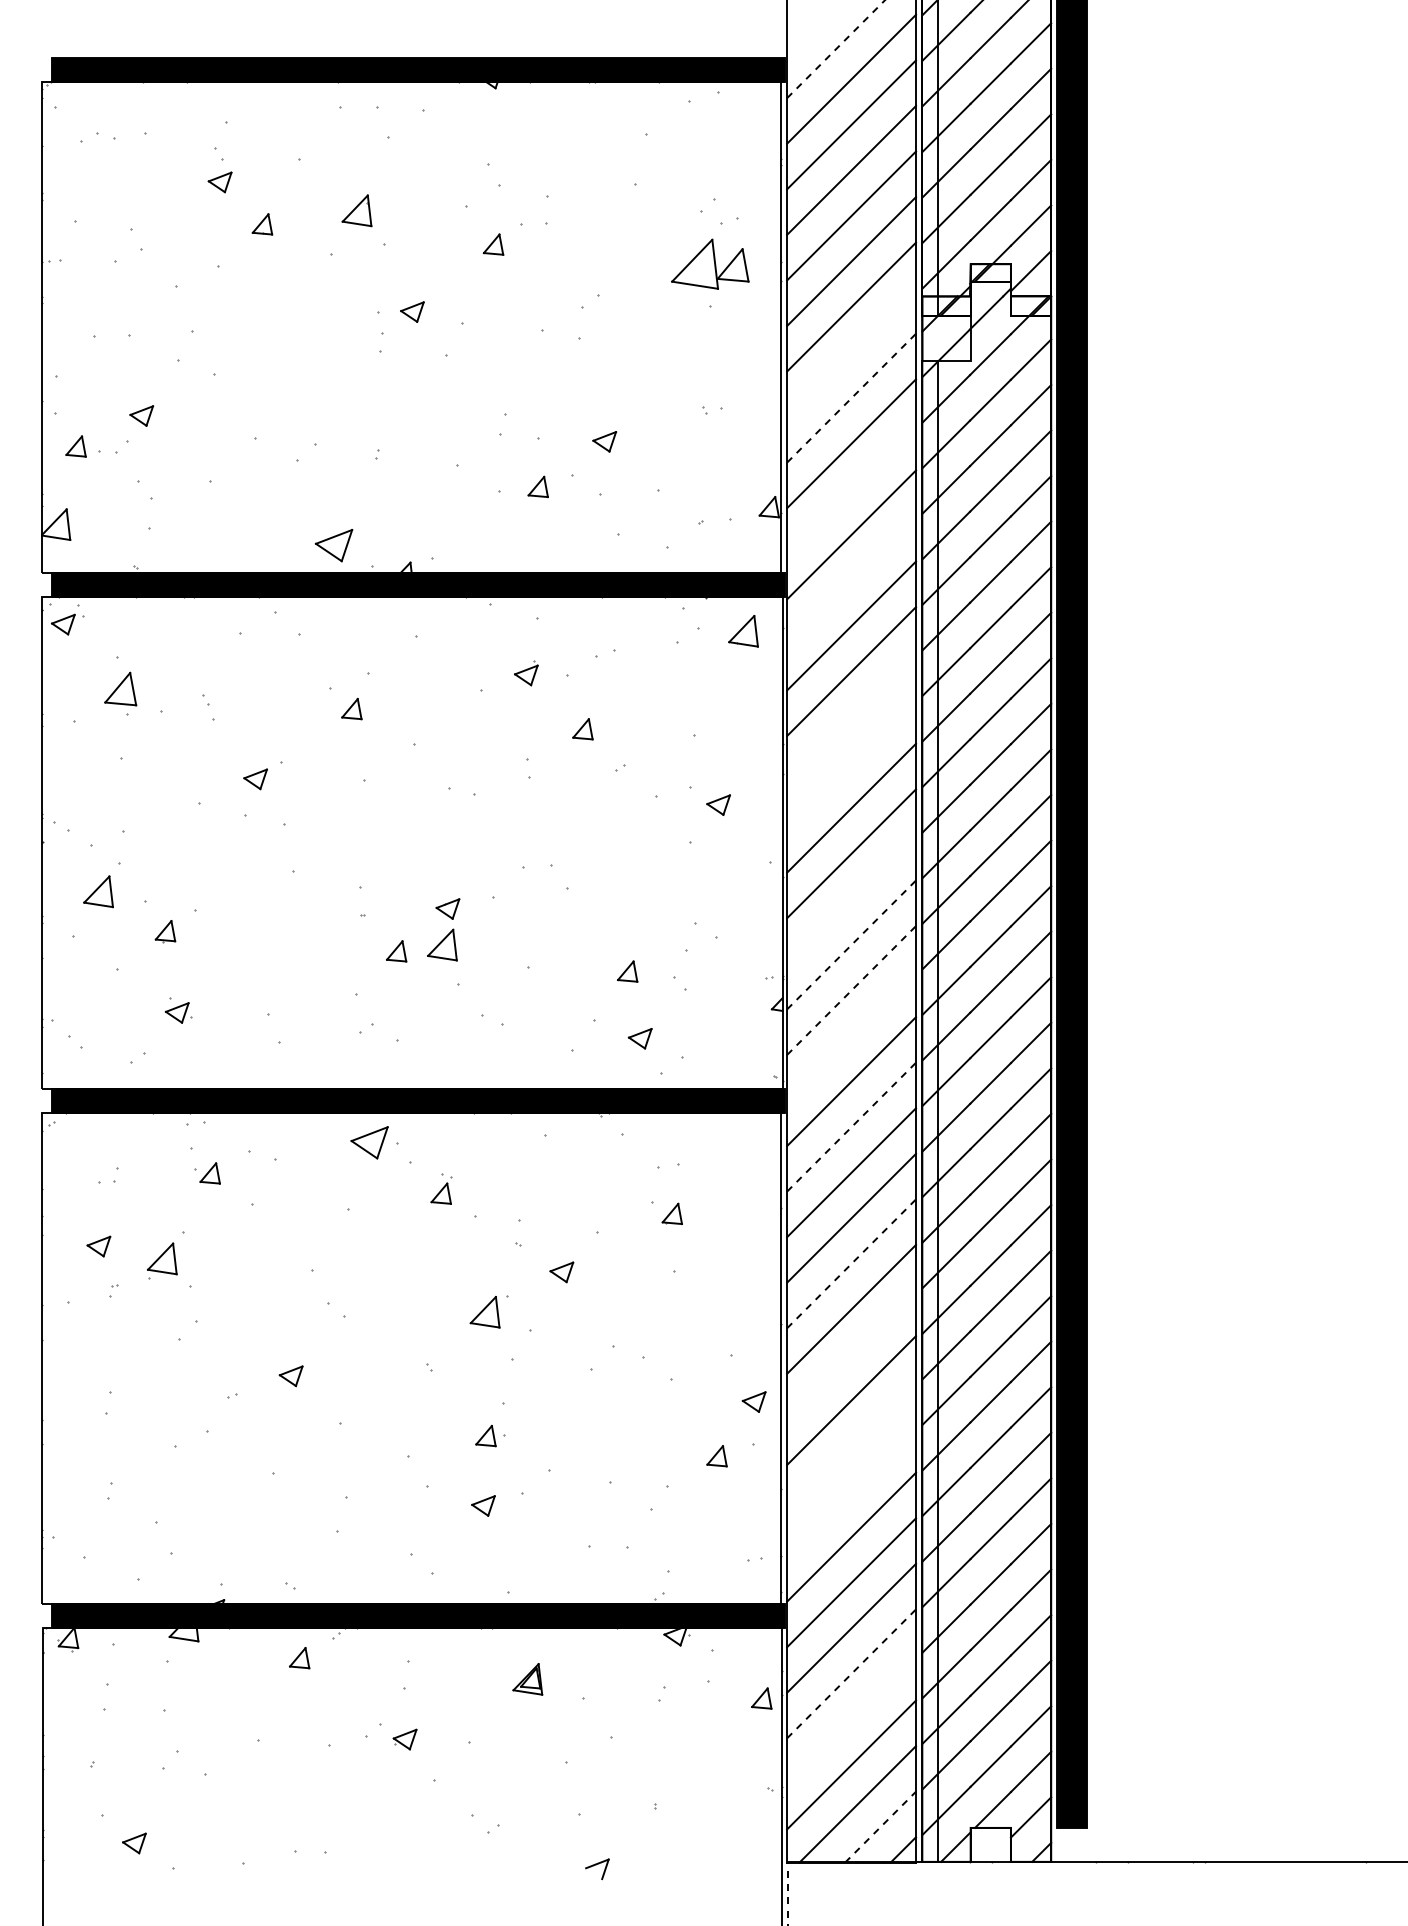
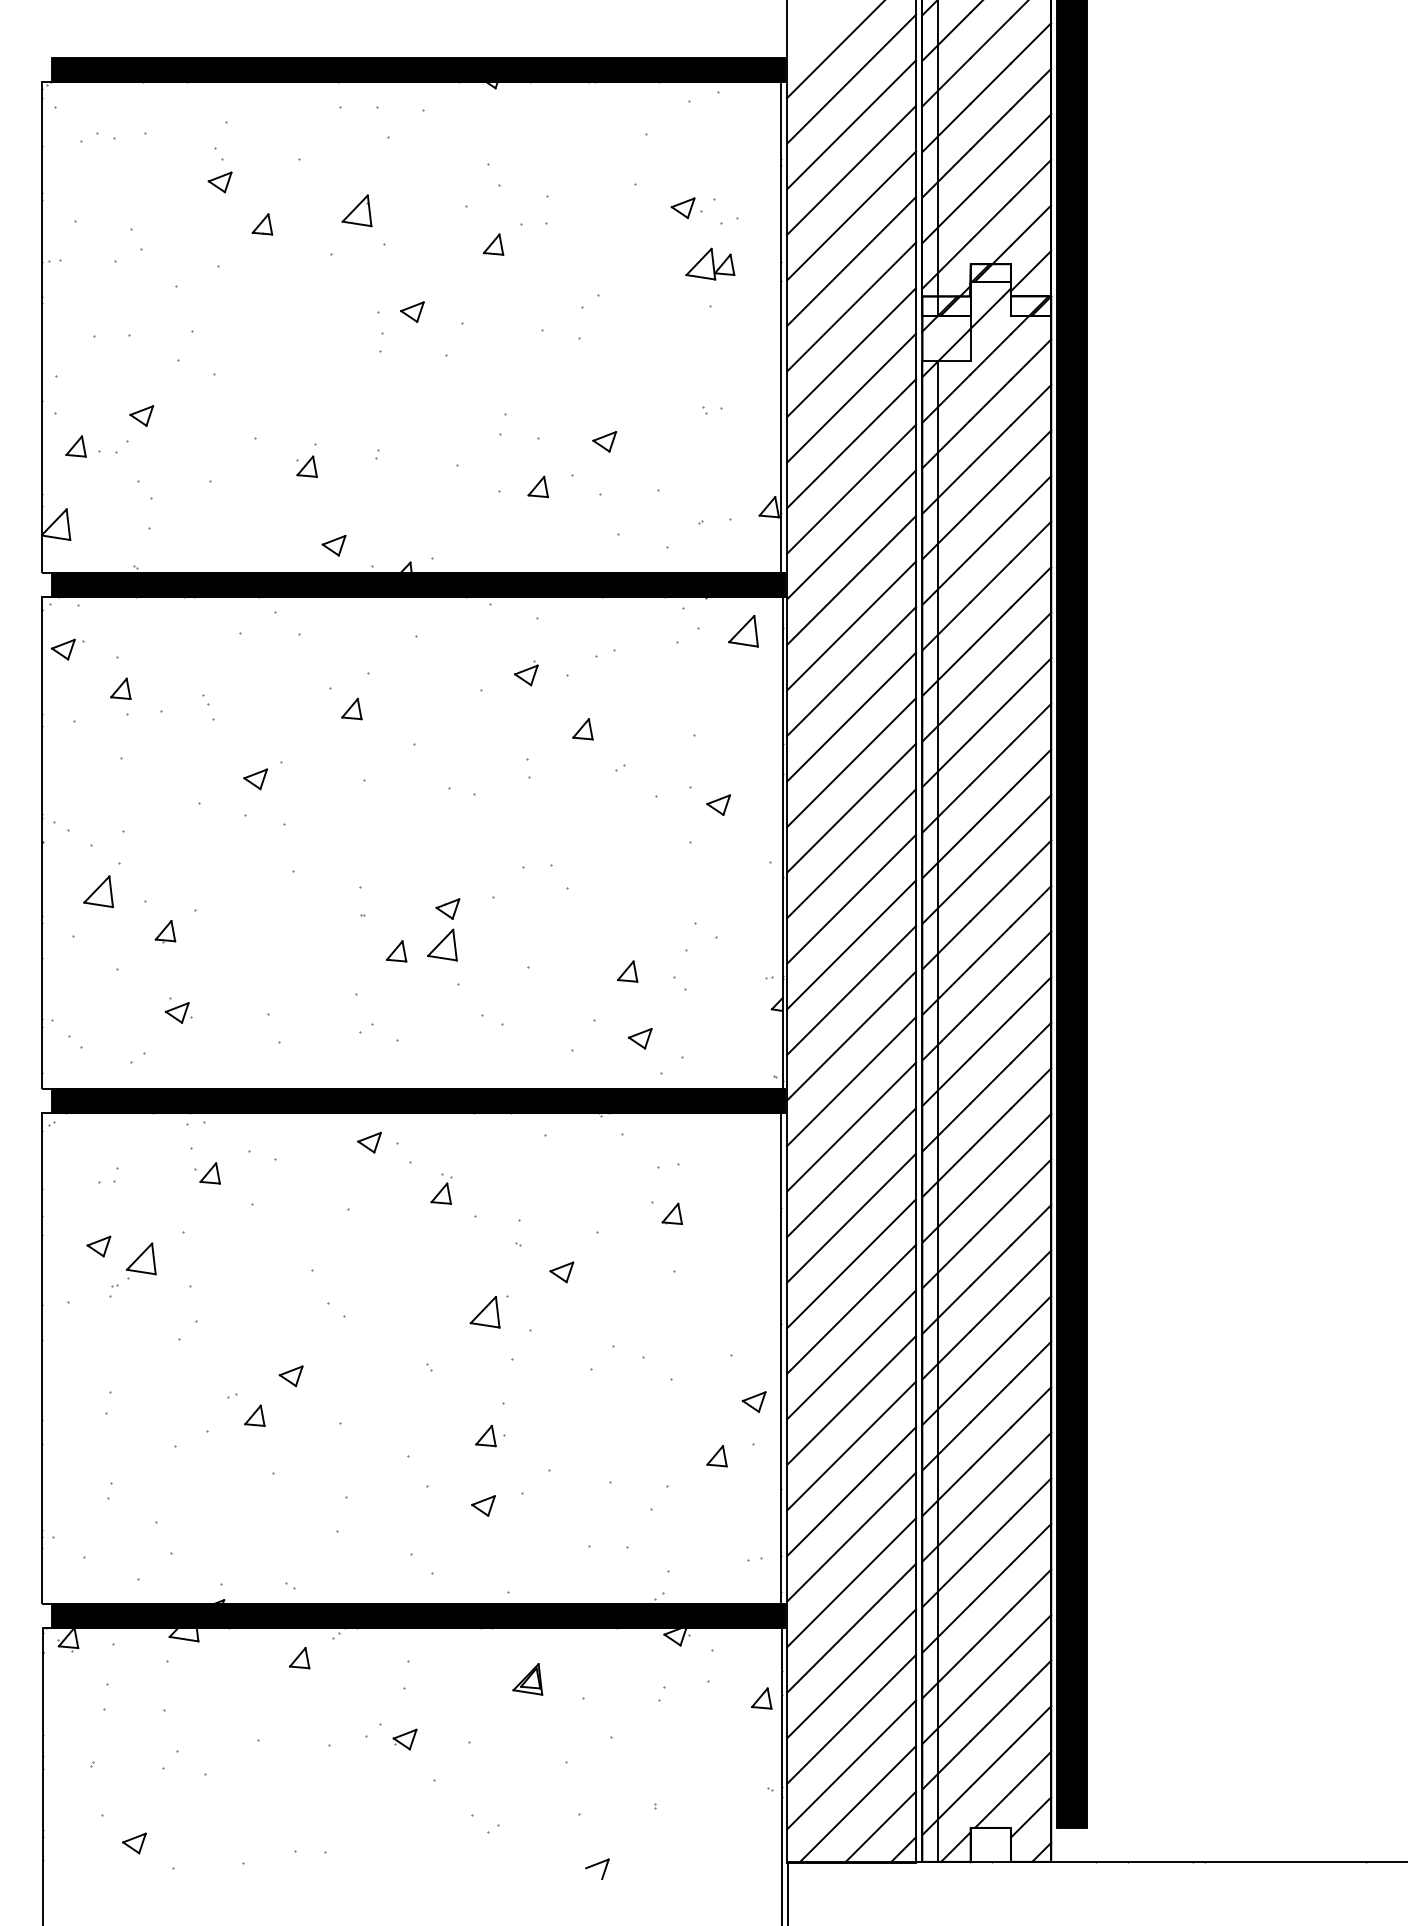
line at (836, 48): dashed -> solid
part at (682, 208): none -> present
part at (710, 263) size: 79x52 px -> 51x34 px
line at (851, 352): none -> present
line at (851, 397): dashed -> solid
part at (306, 466): none -> present
line at (851, 488): none -> present
part at (333, 545) size: 40x34 px -> 26x22 px
line at (851, 580): none -> present
part at (67, 624) position: (67, 624) -> (67, 649)
part at (120, 688) size: 34x36 px -> 22x23 px
line at (851, 716): none -> present
line at (851, 762): none -> present
line at (851, 898): none -> present
line at (851, 944): dashed -> solid
line at (851, 990): dashed -> solid
line at (851, 1035): none -> present
line at (851, 1126): dashed -> solid
part at (369, 1142) size: 39x34 px -> 25x23 px
part at (162, 1260) position: (162, 1260) -> (141, 1260)
line at (851, 1263): dashed -> solid
line at (851, 1354): none -> present
part at (254, 1415): none -> present
line at (851, 1445): none -> present
line at (851, 1491): none -> present
line at (851, 1673): dashed -> solid
line at (851, 1718): none -> present
line at (880, 1826): dashed -> solid
line at (787, 1893): dashed -> solid
